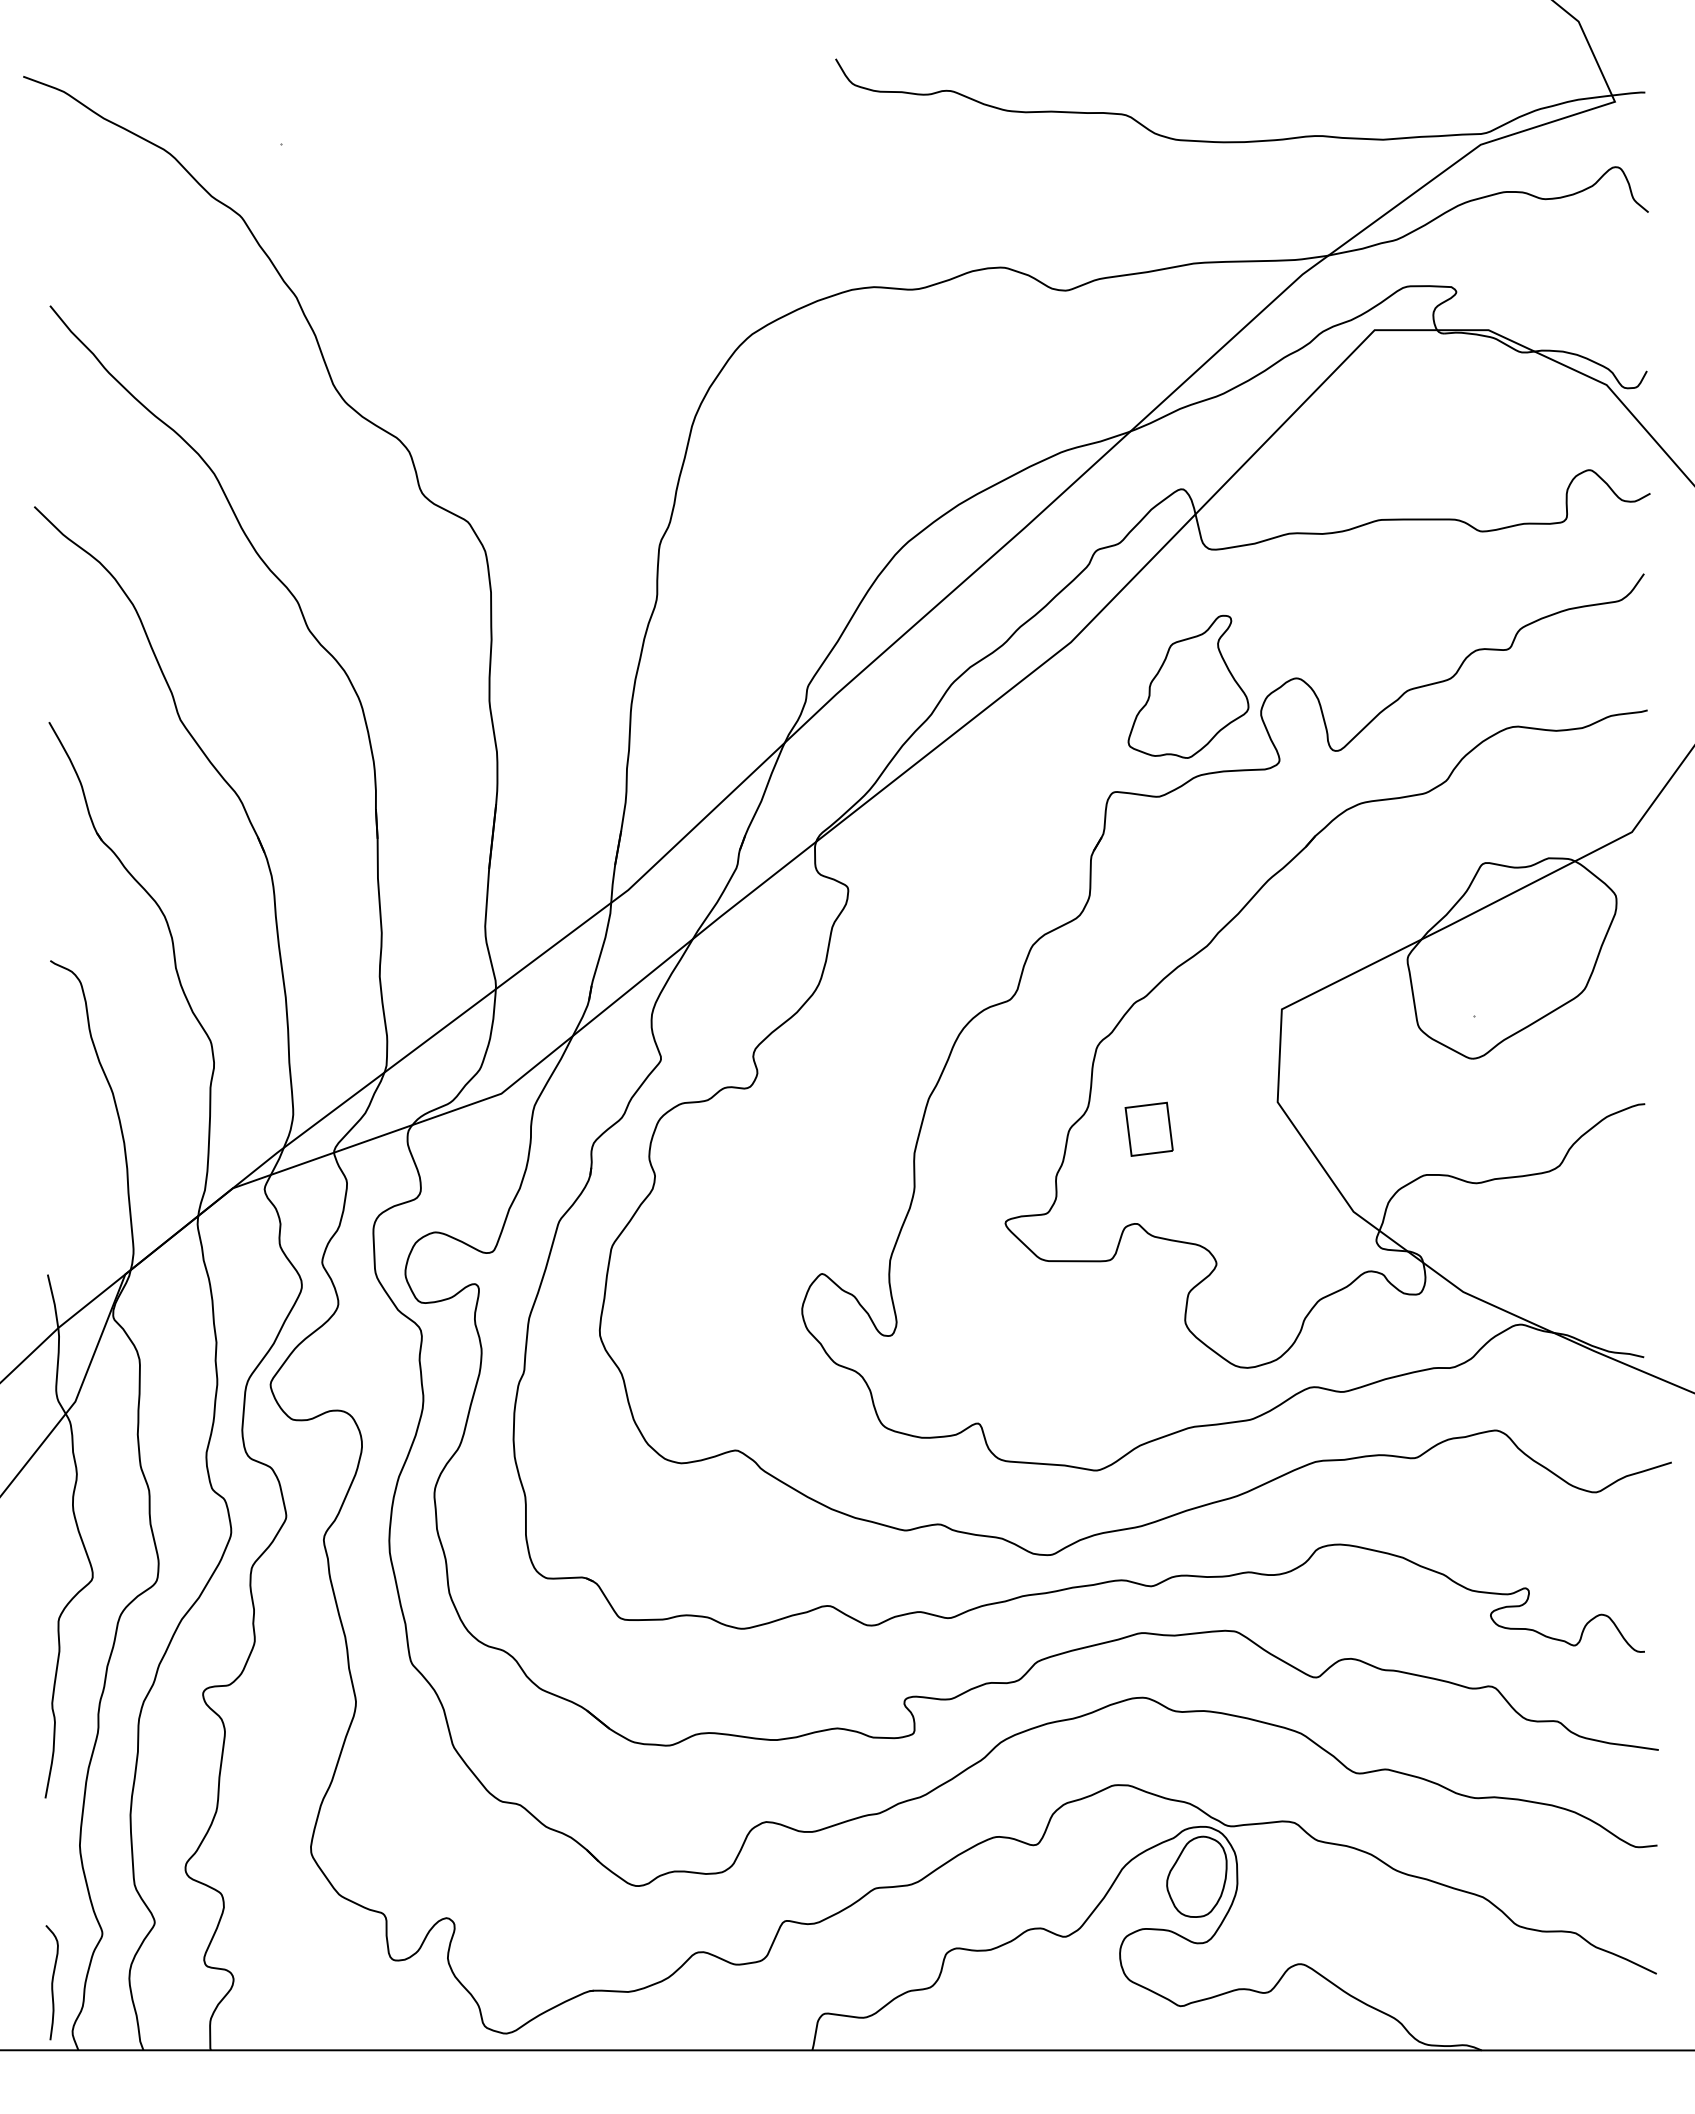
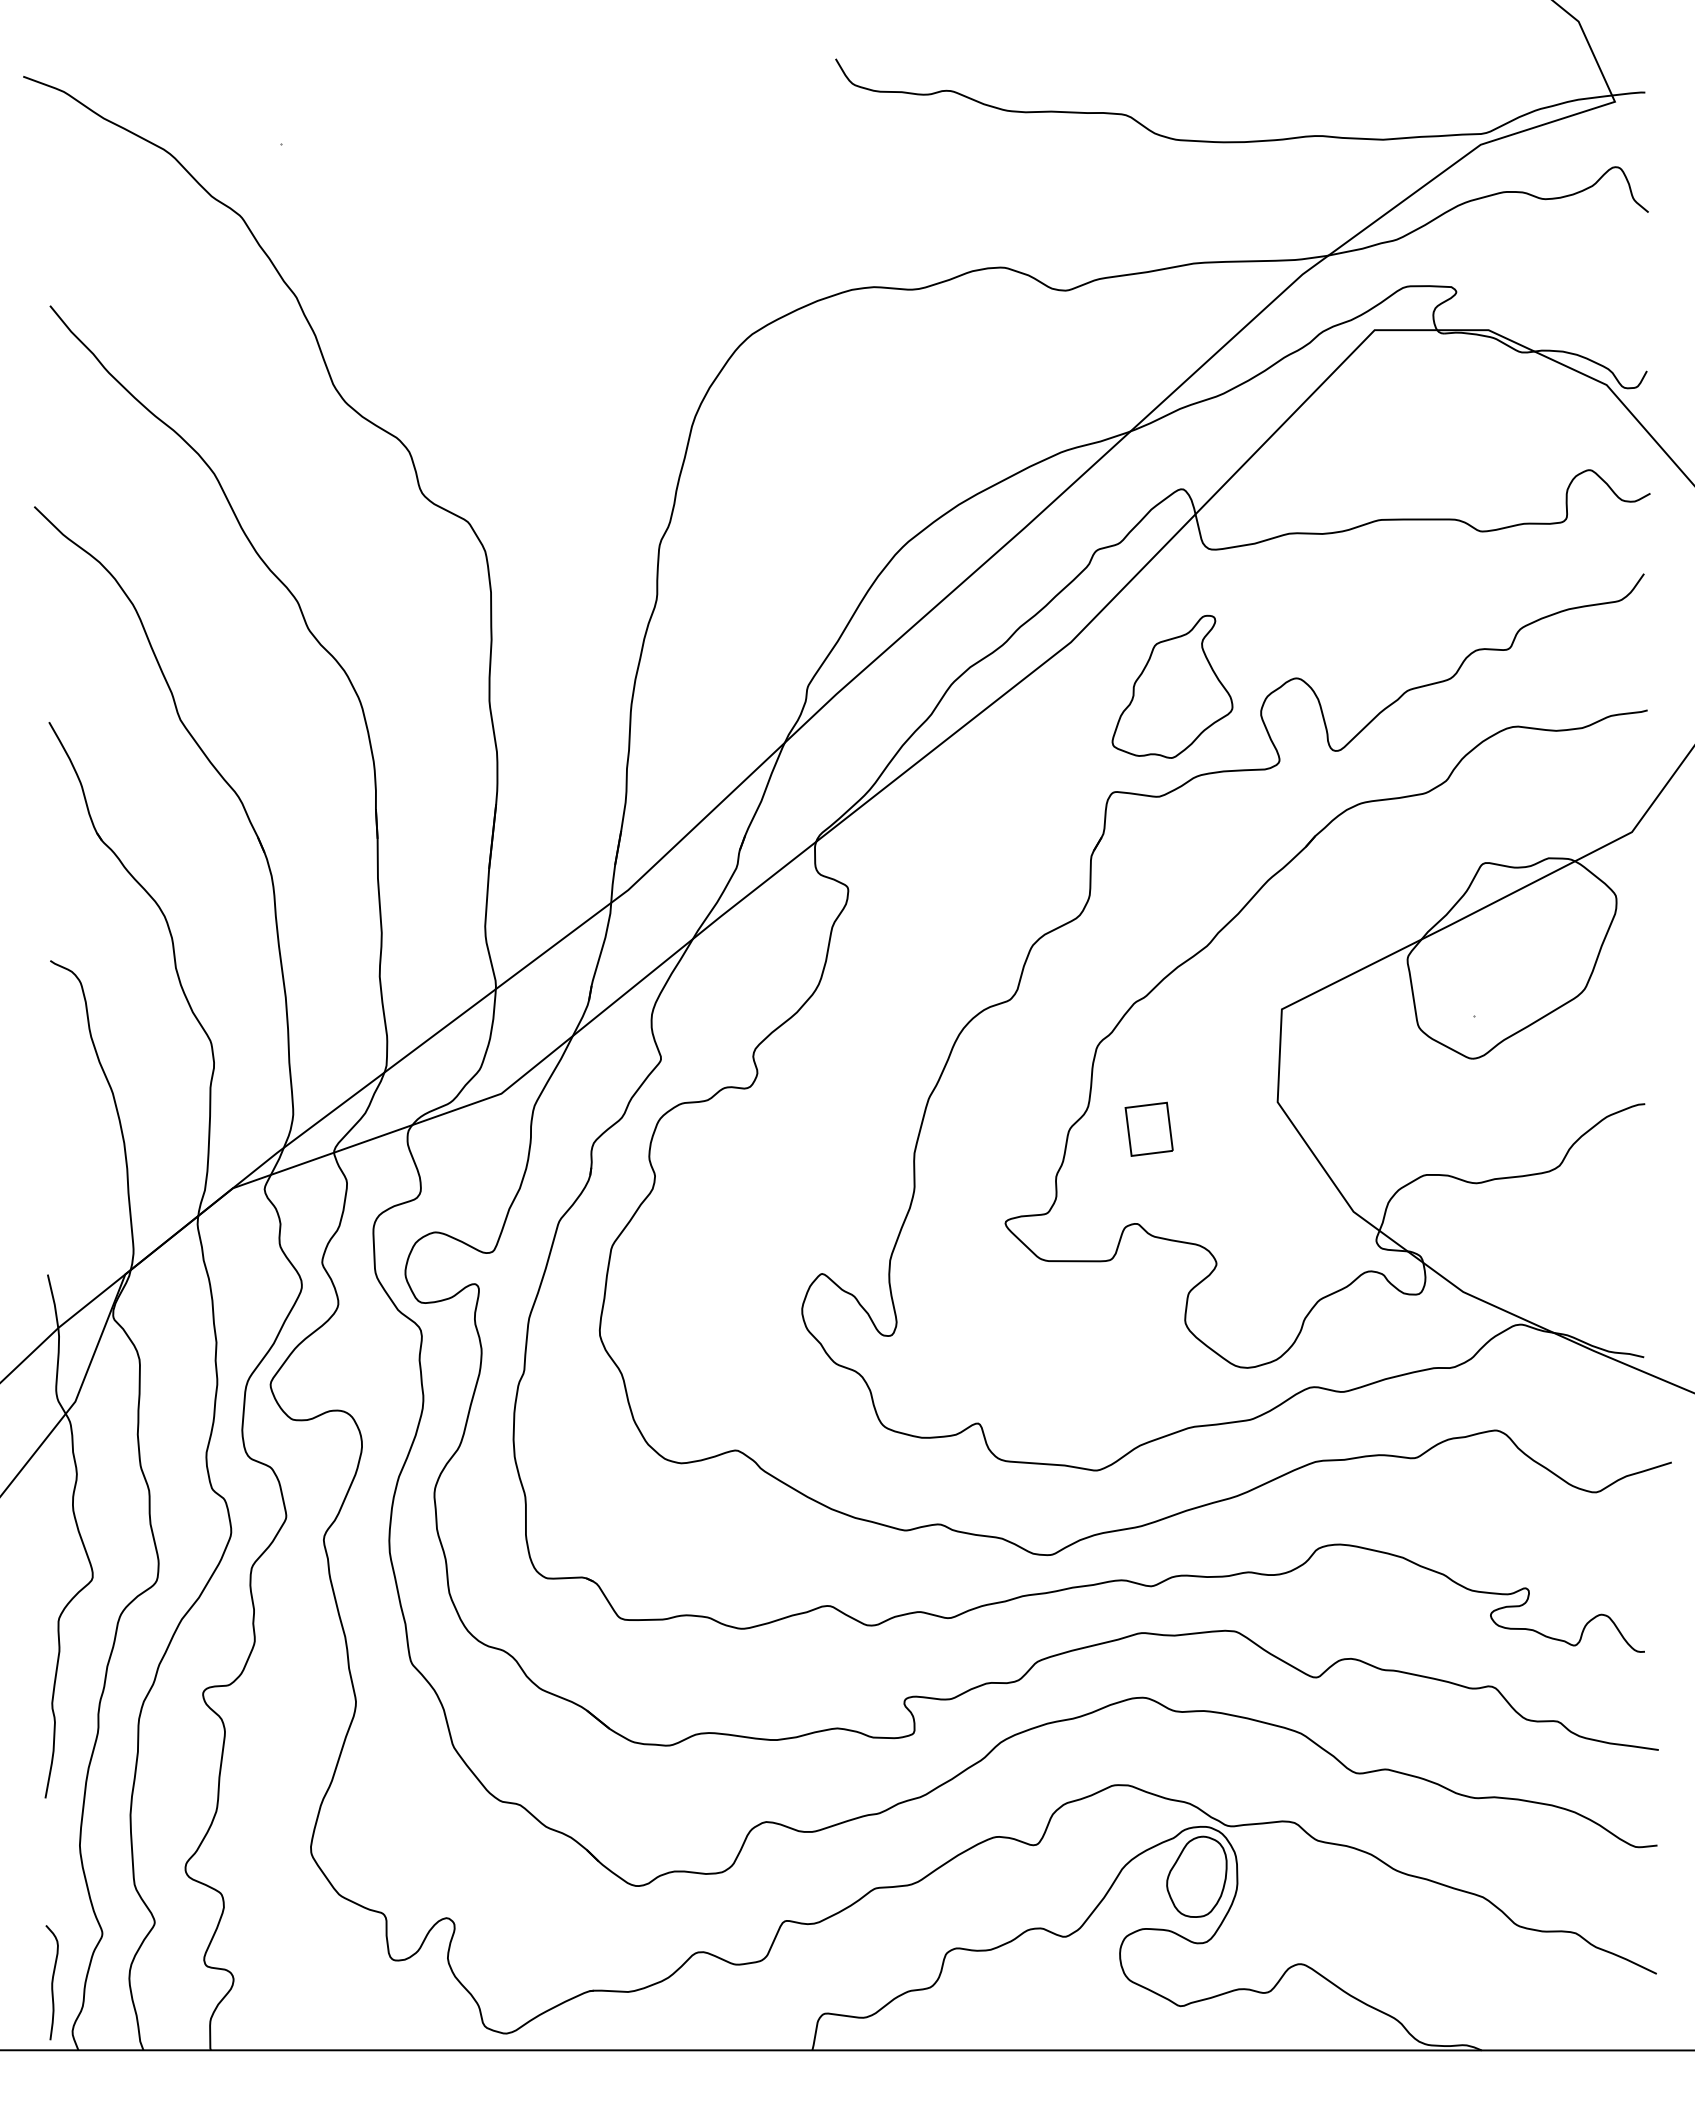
part at (1188, 686) position: (1188, 686) -> (1172, 686)
